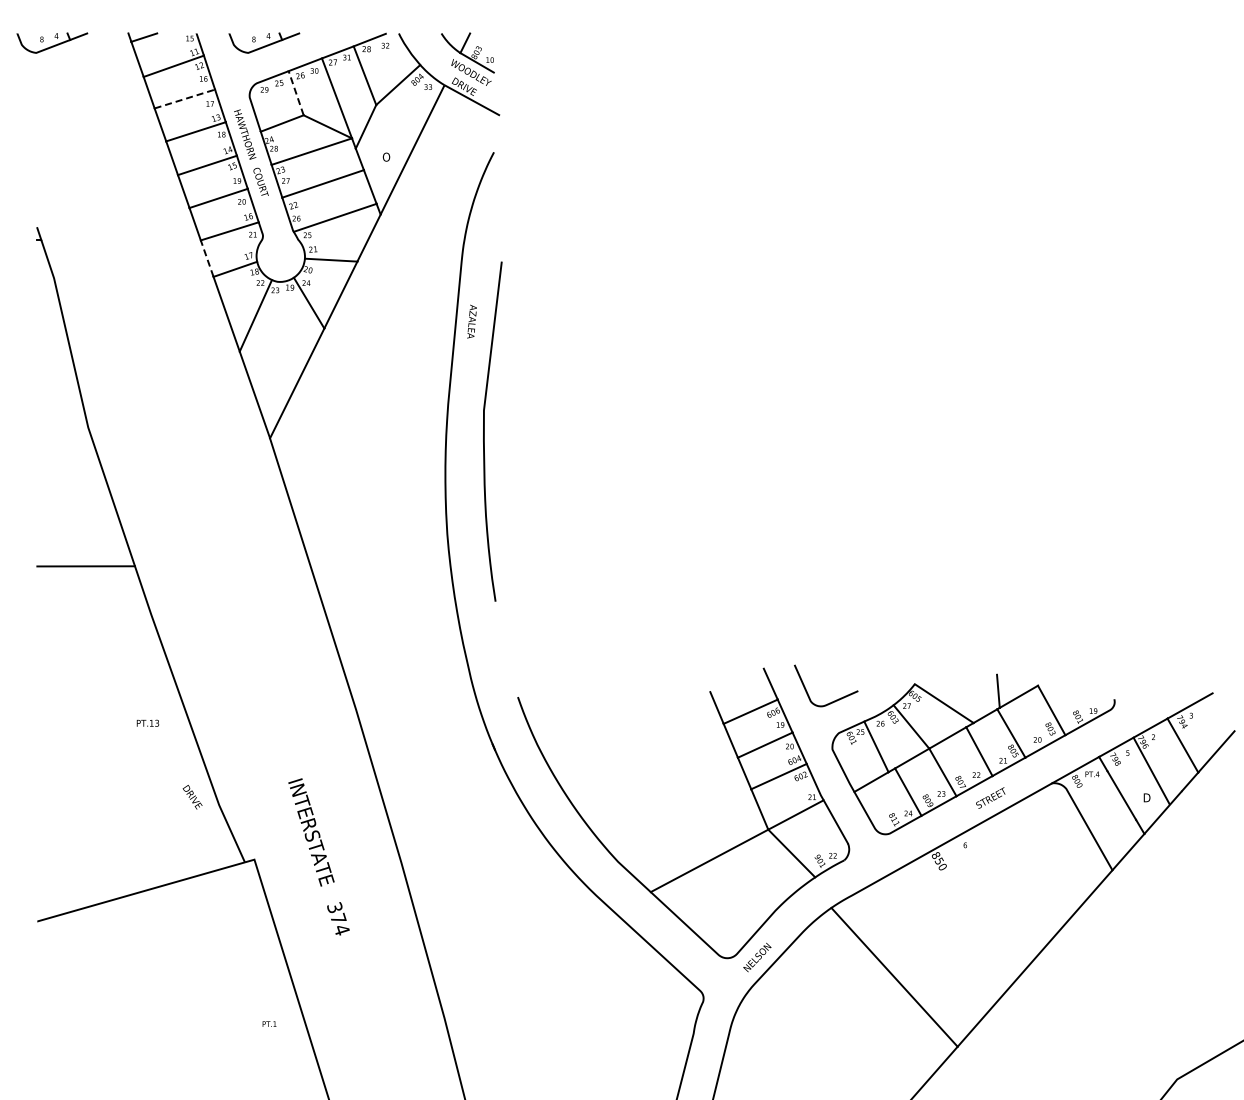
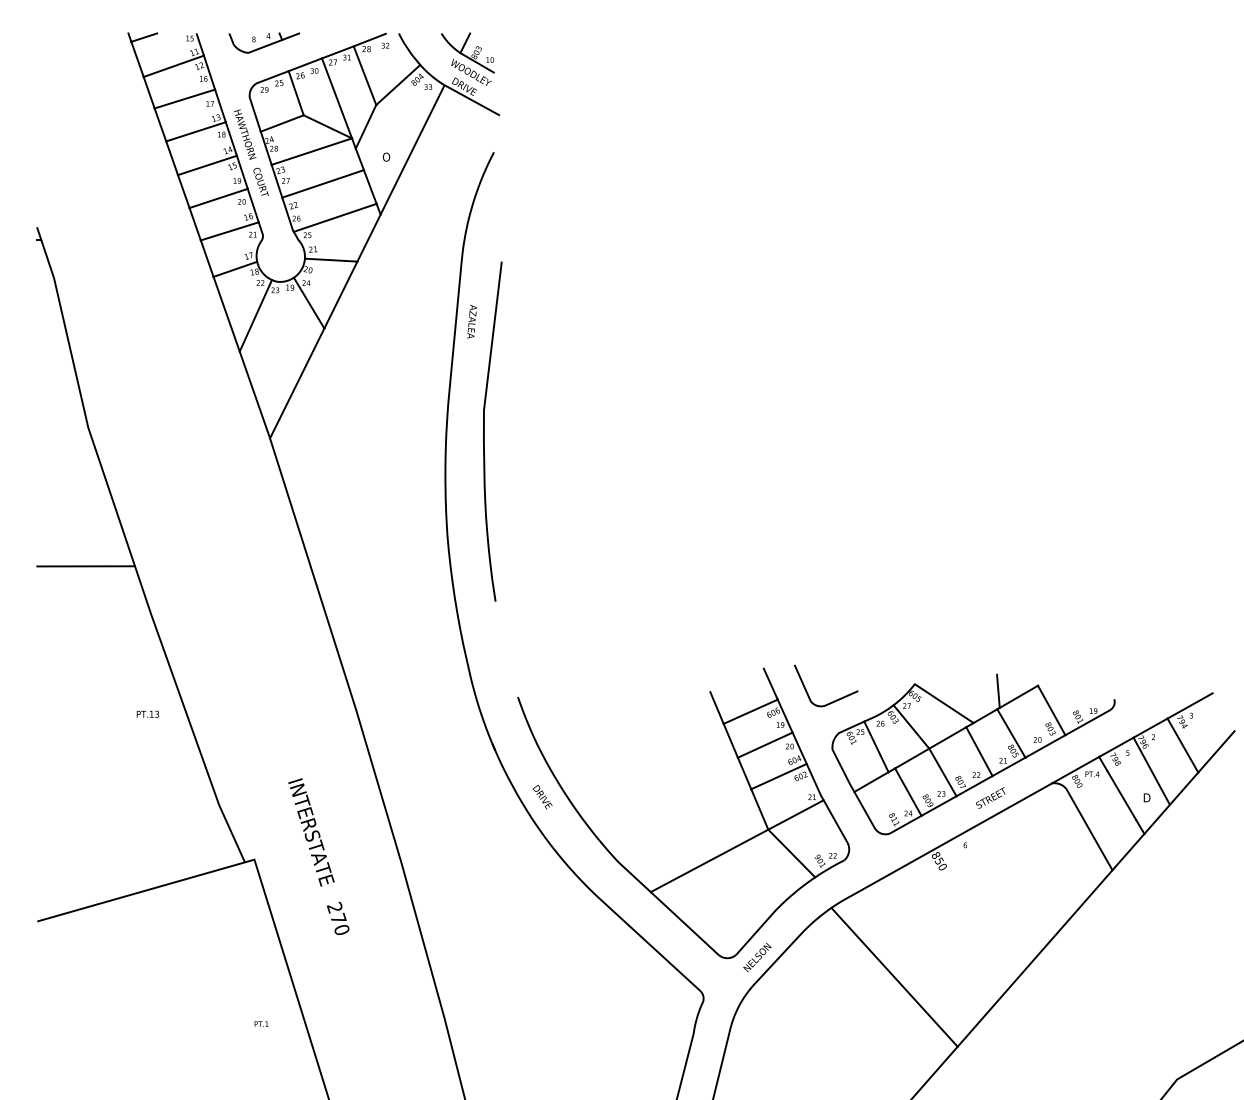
part at (52, 42): present -> none
line at (296, 92): dashed -> solid
line at (184, 99): dashed -> solid
line at (207, 258): dashed -> solid
text at (147, 722) position: (147, 722) -> (147, 713)
text at (192, 797) position: (192, 797) -> (542, 797)
text at (338, 918): 374 -> 270
text at (269, 1023) position: (269, 1023) -> (261, 1023)
